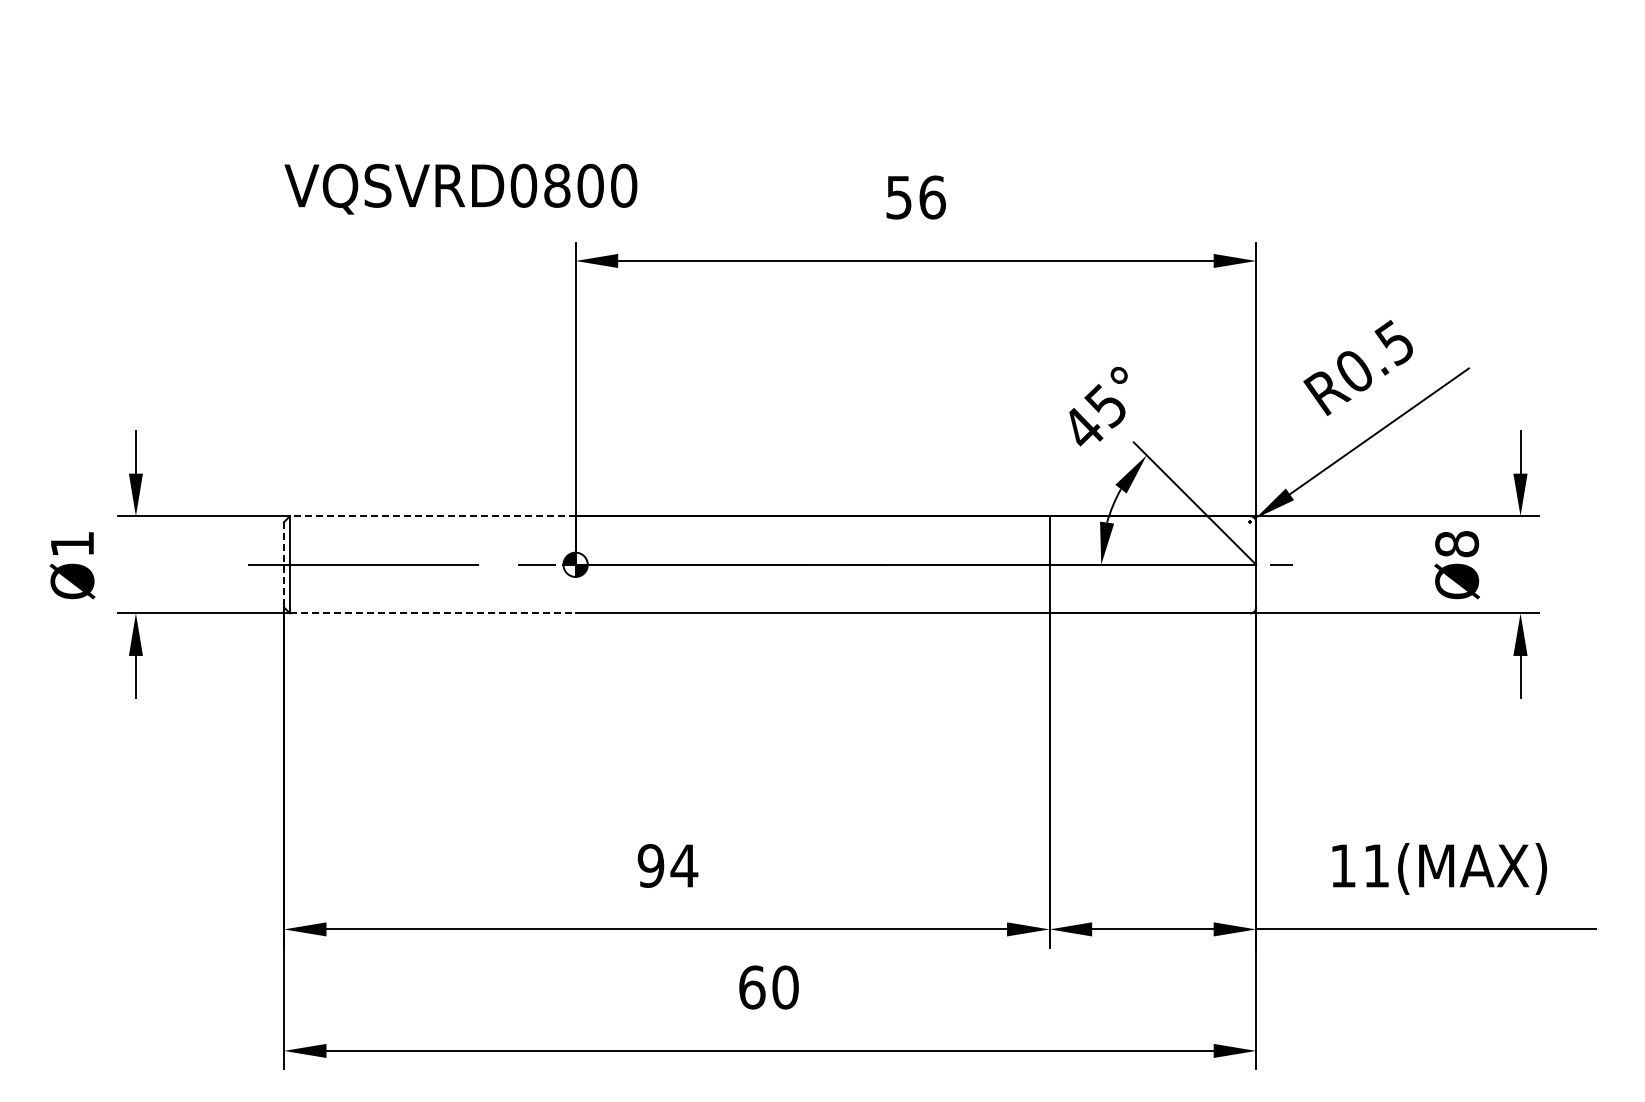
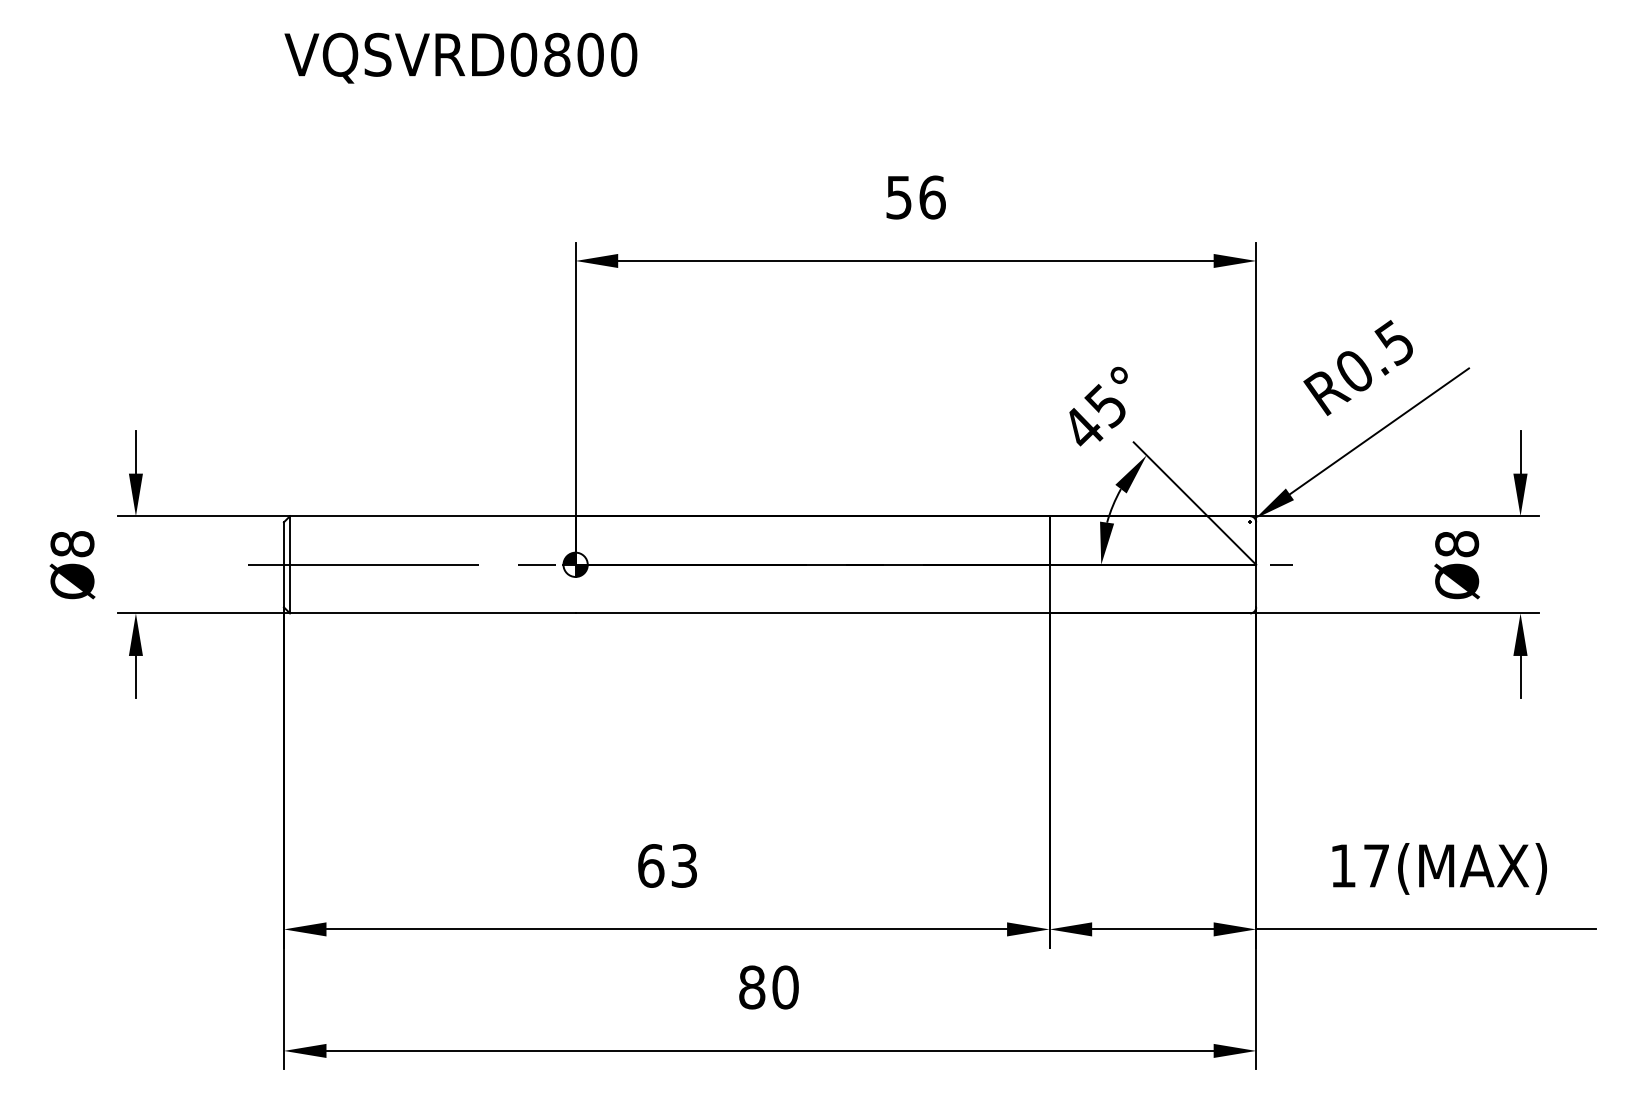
text at (460, 188) position: (460, 188) -> (460, 57)
line at (432, 516): dashed -> solid
text at (72, 544): Ø1 -> Ø8
line at (283, 564): dashed -> solid
line at (432, 613): dashed -> solid
text at (667, 865): 94 -> 63
text at (1376, 865): 11(MAX) -> 17(MAX)
text at (752, 987): 60 -> 80
